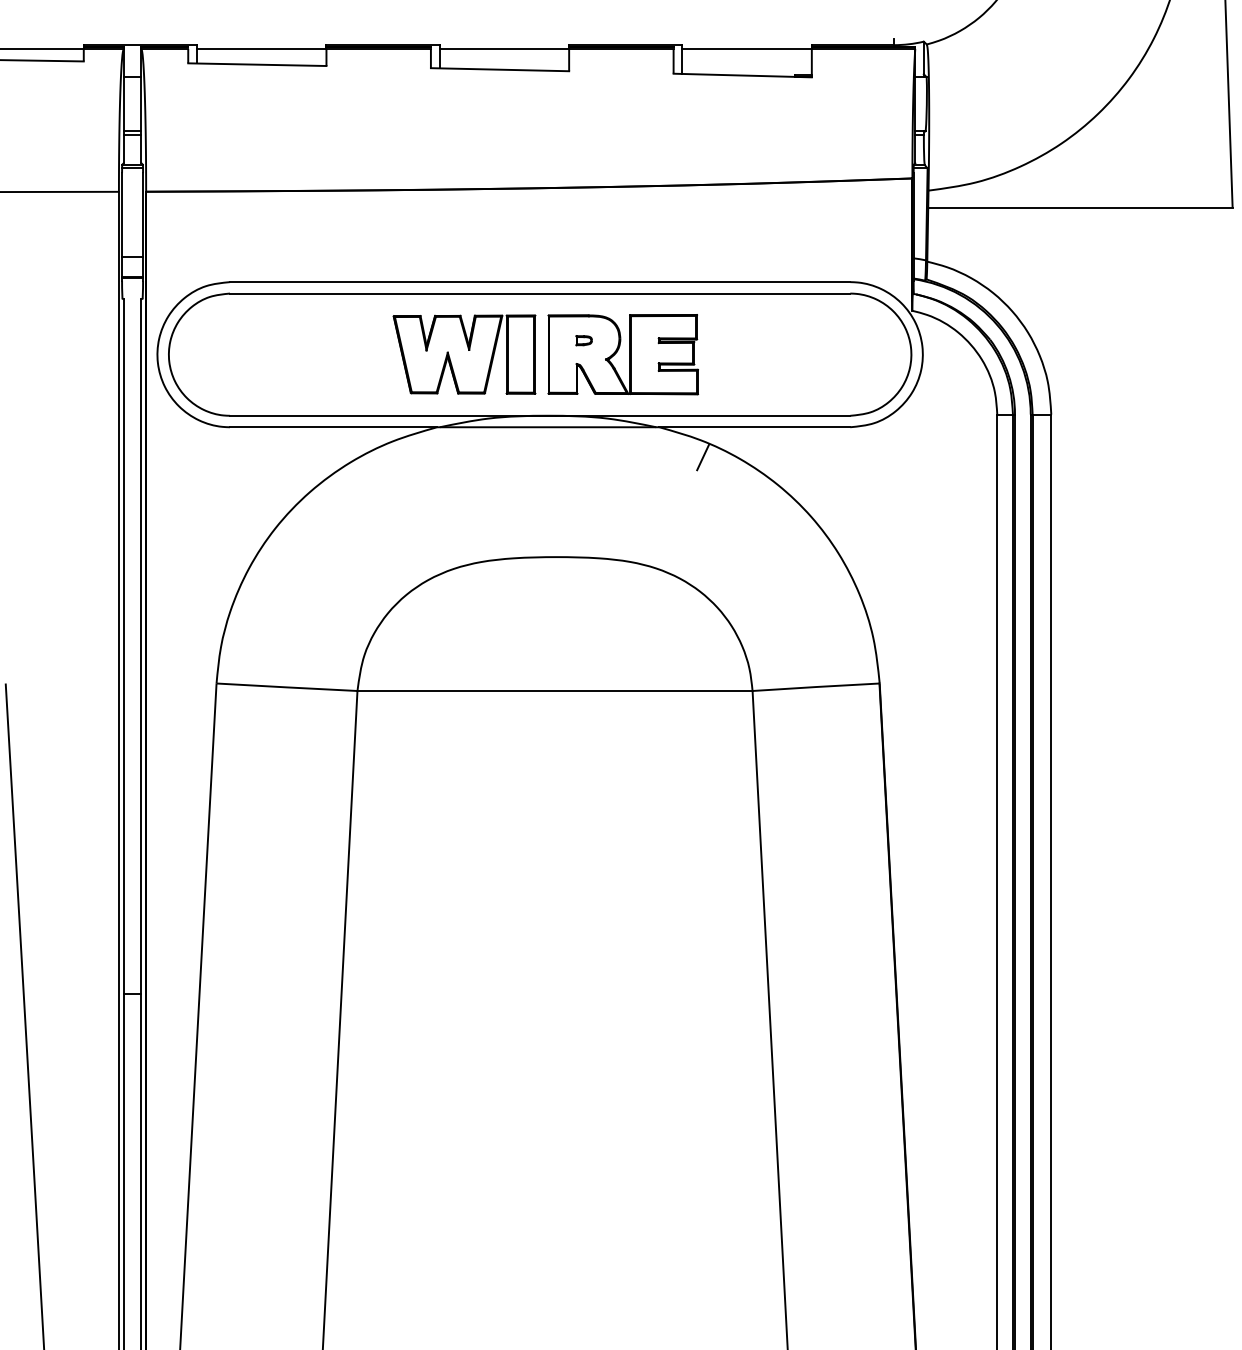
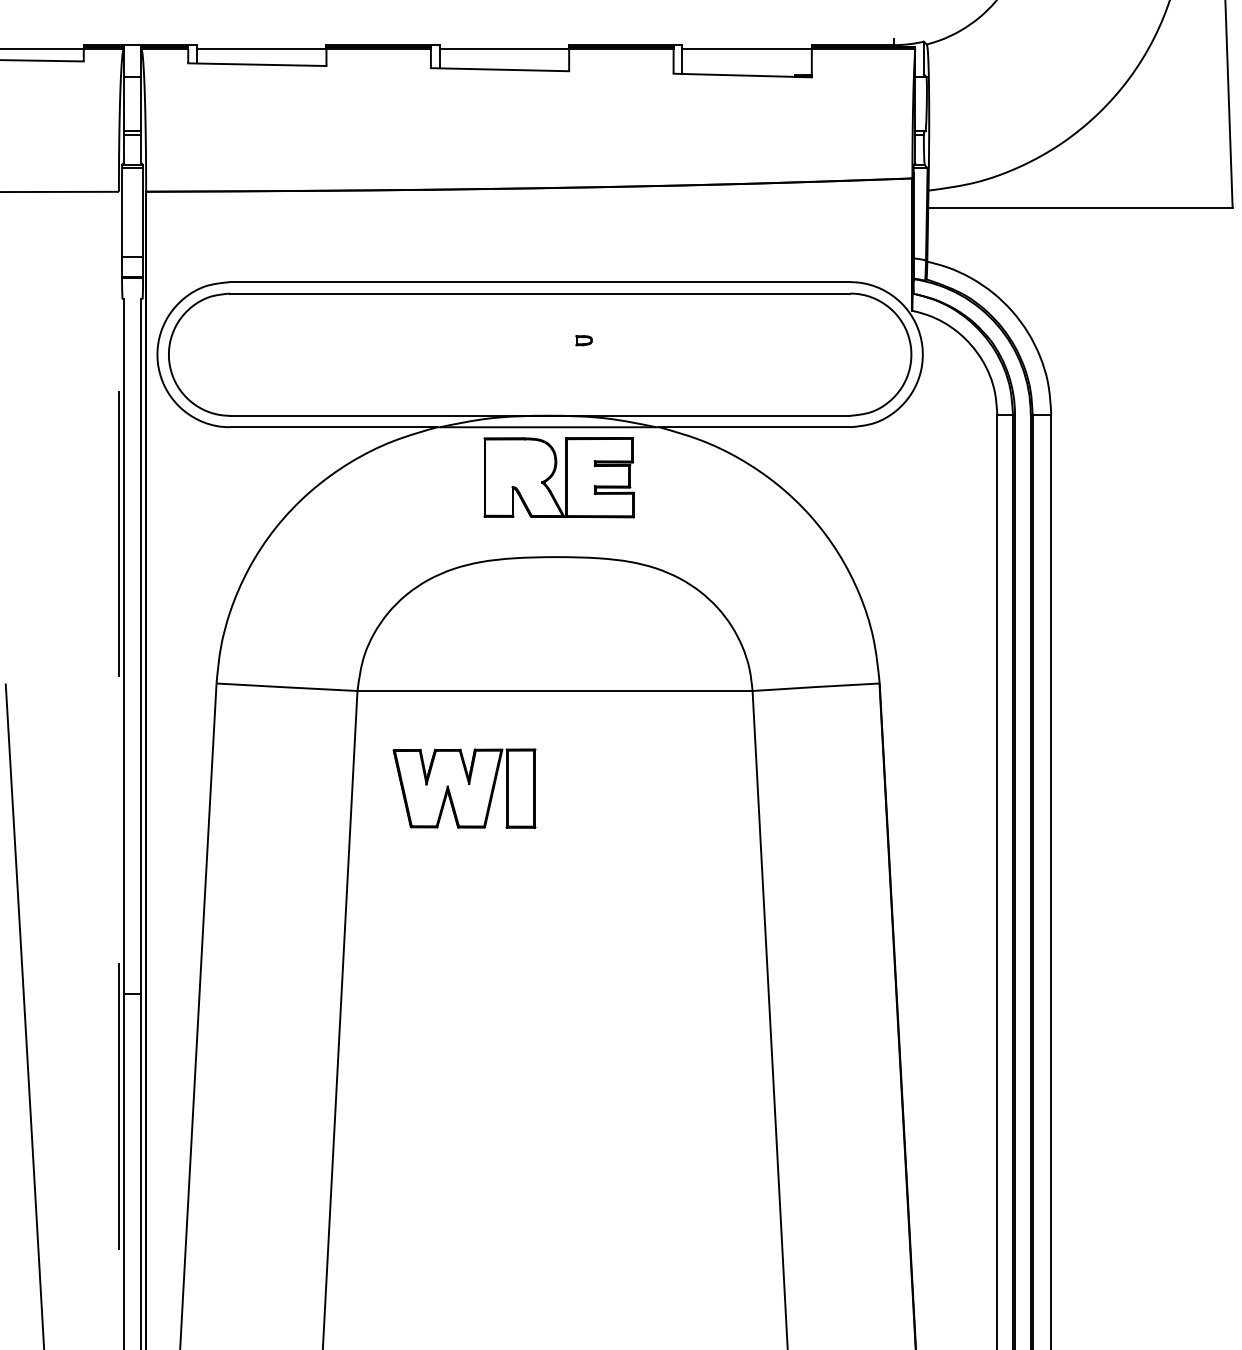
part at (464, 354) position: (464, 354) -> (464, 788)
part at (622, 354) position: (622, 354) -> (558, 477)
line at (703, 457): present -> none
line at (118, 770): solid -> dashed
